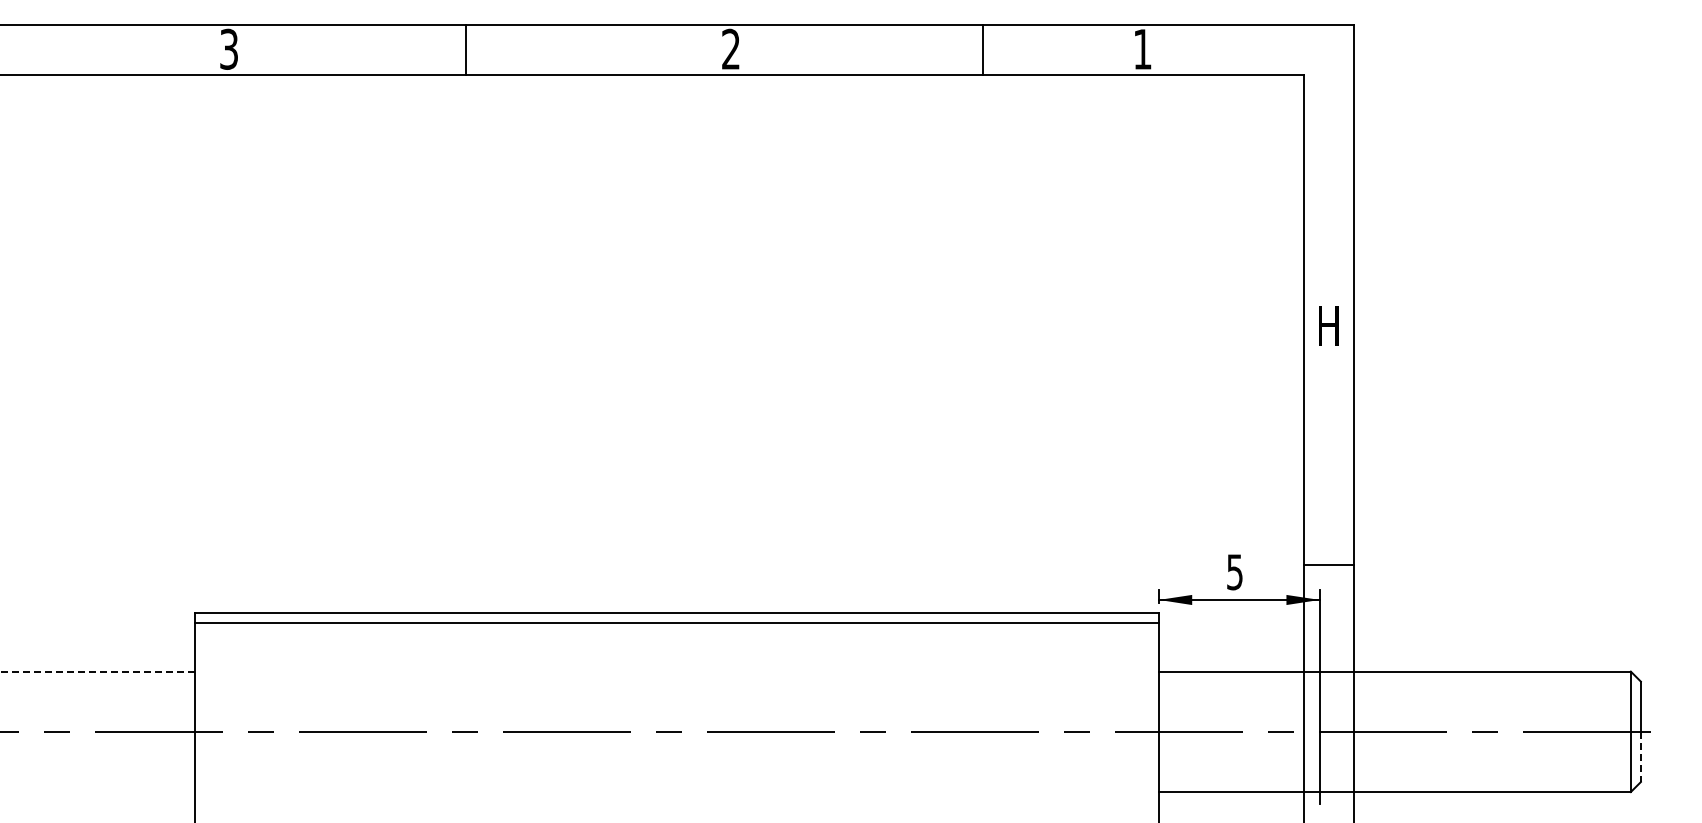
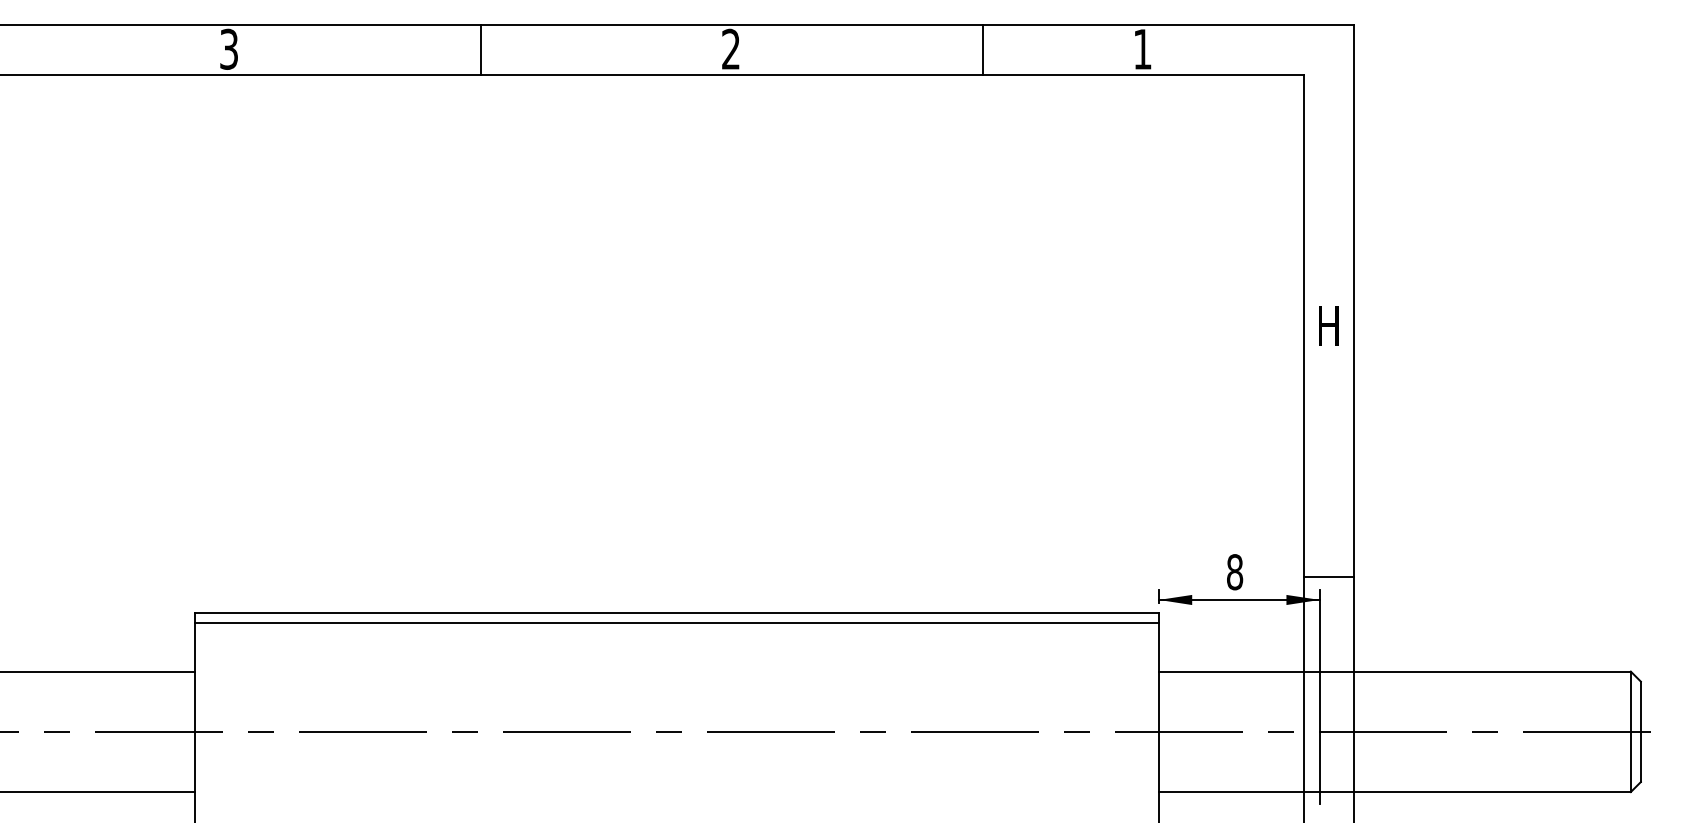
line at (465, 49) position: (465, 49) -> (480, 49)
line at (1328, 565) position: (1328, 565) -> (1328, 577)
text at (1235, 572): 5 -> 8
line at (97, 671): dashed -> solid
line at (1640, 757): dashed -> solid
line at (98, 792): none -> present
